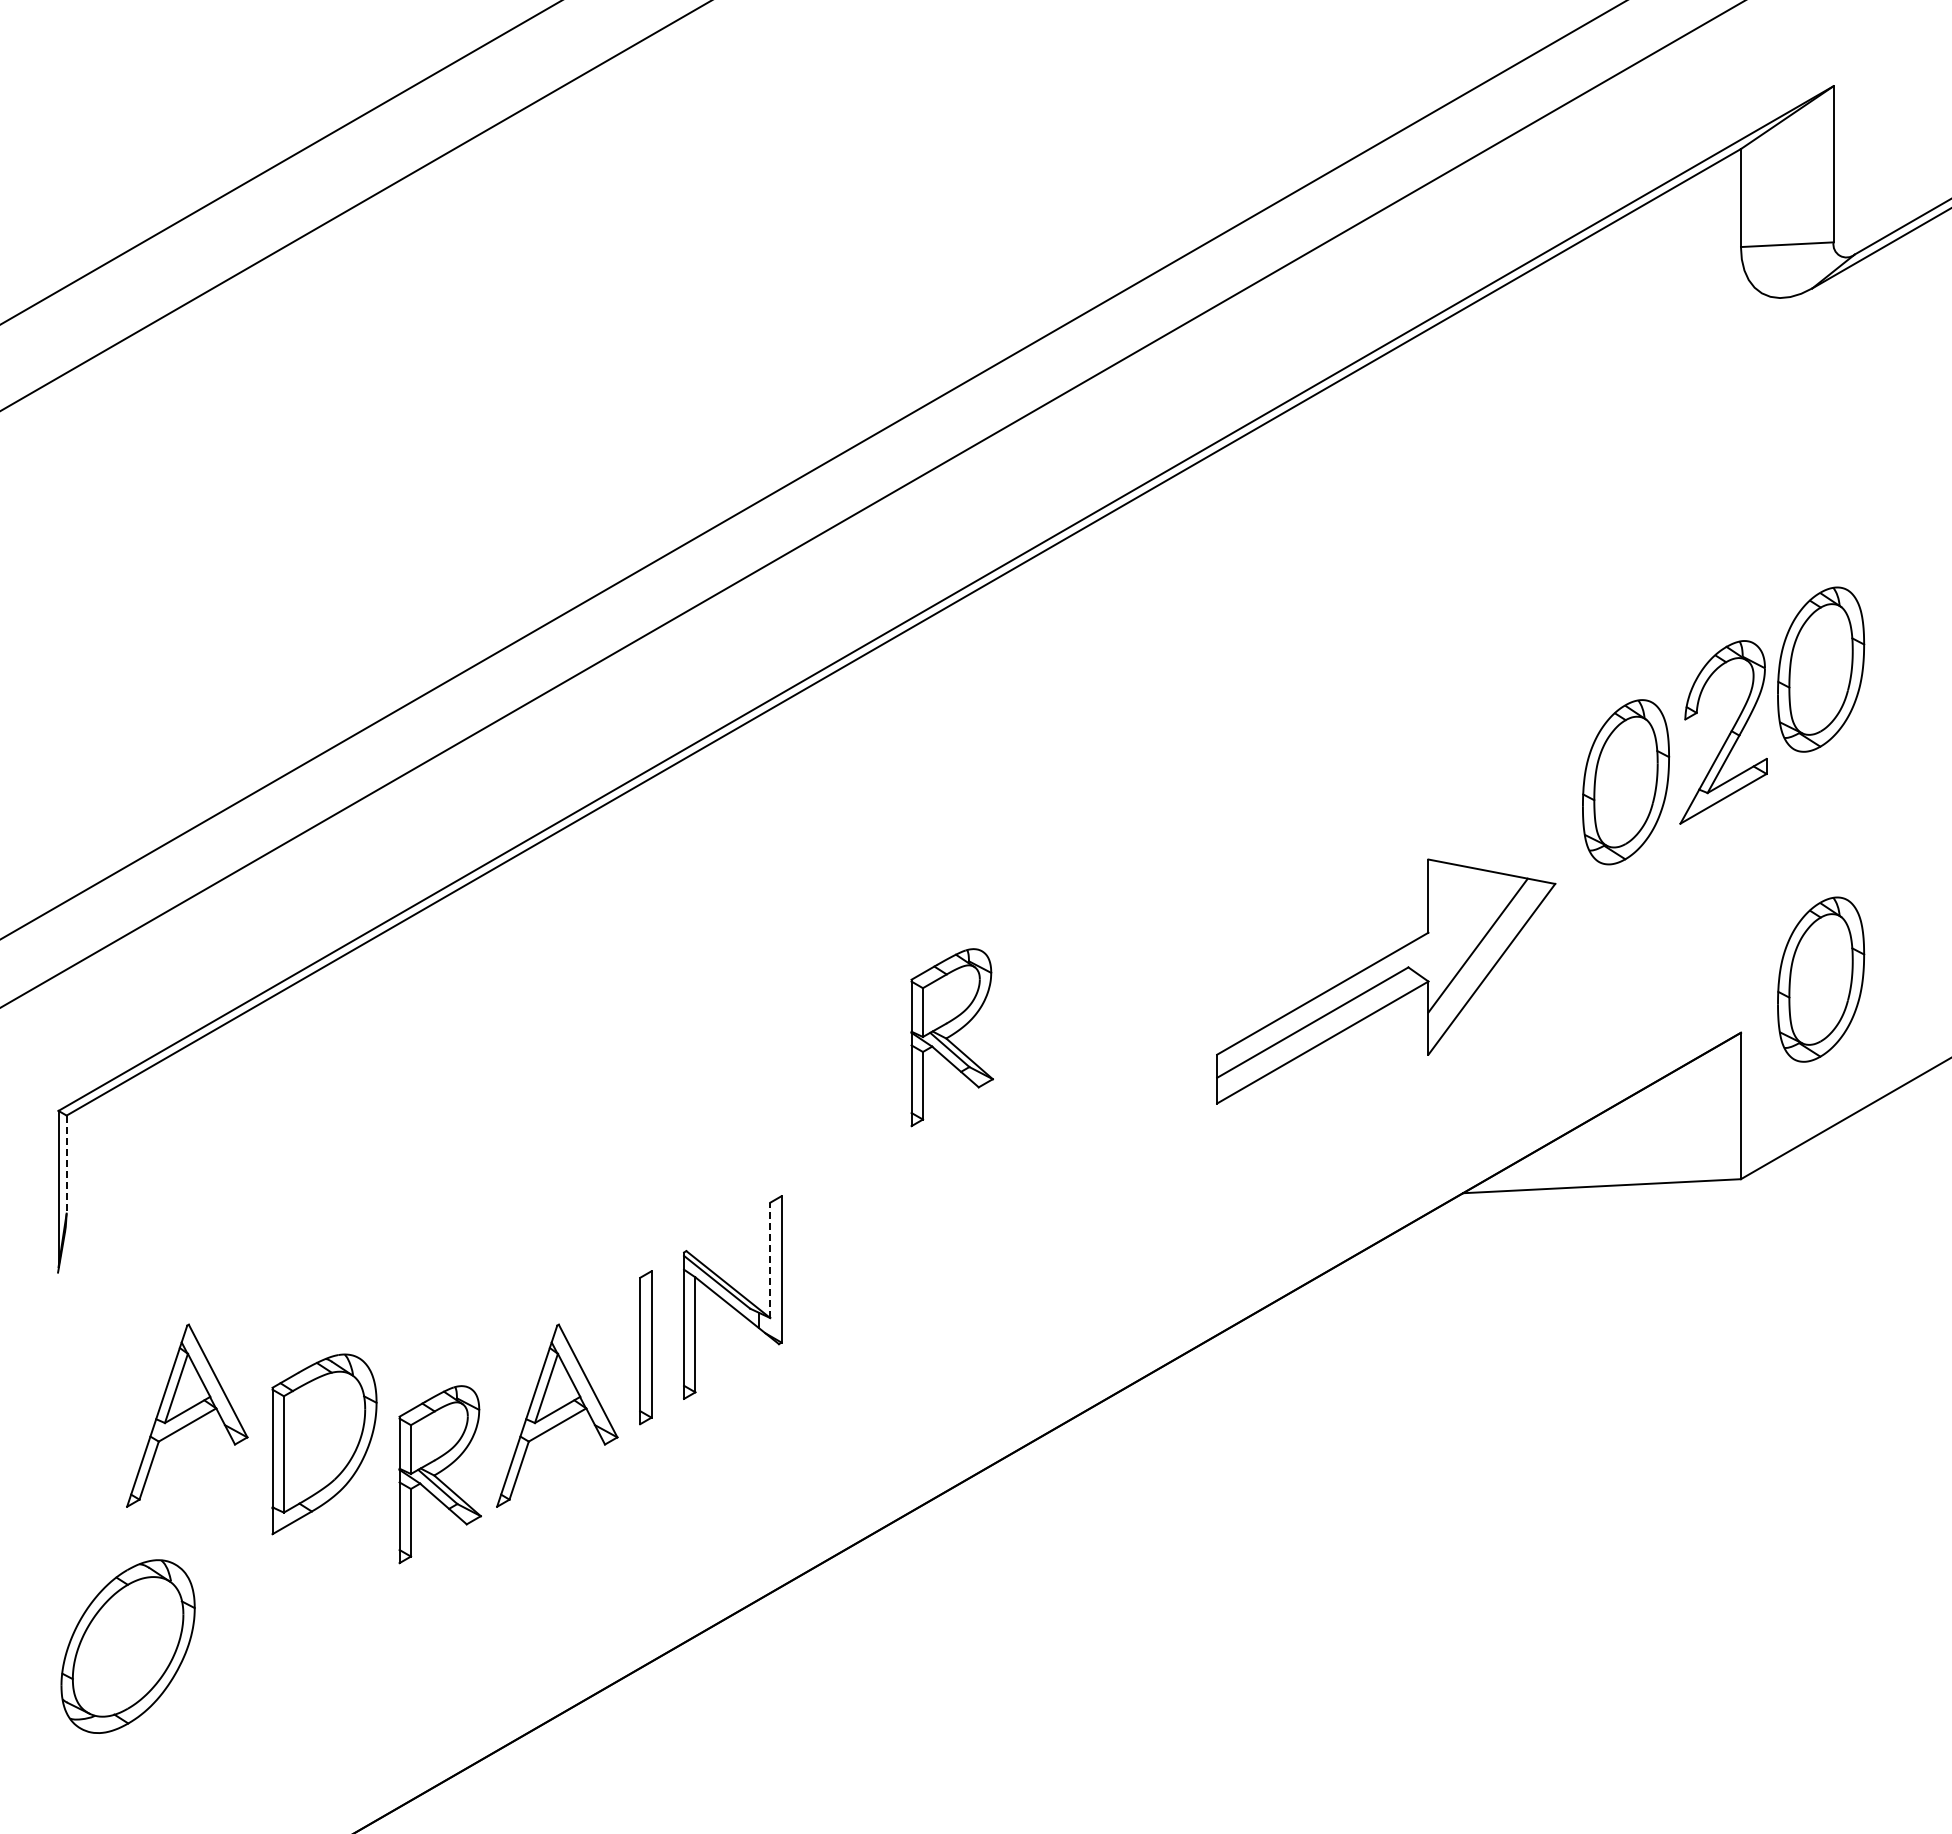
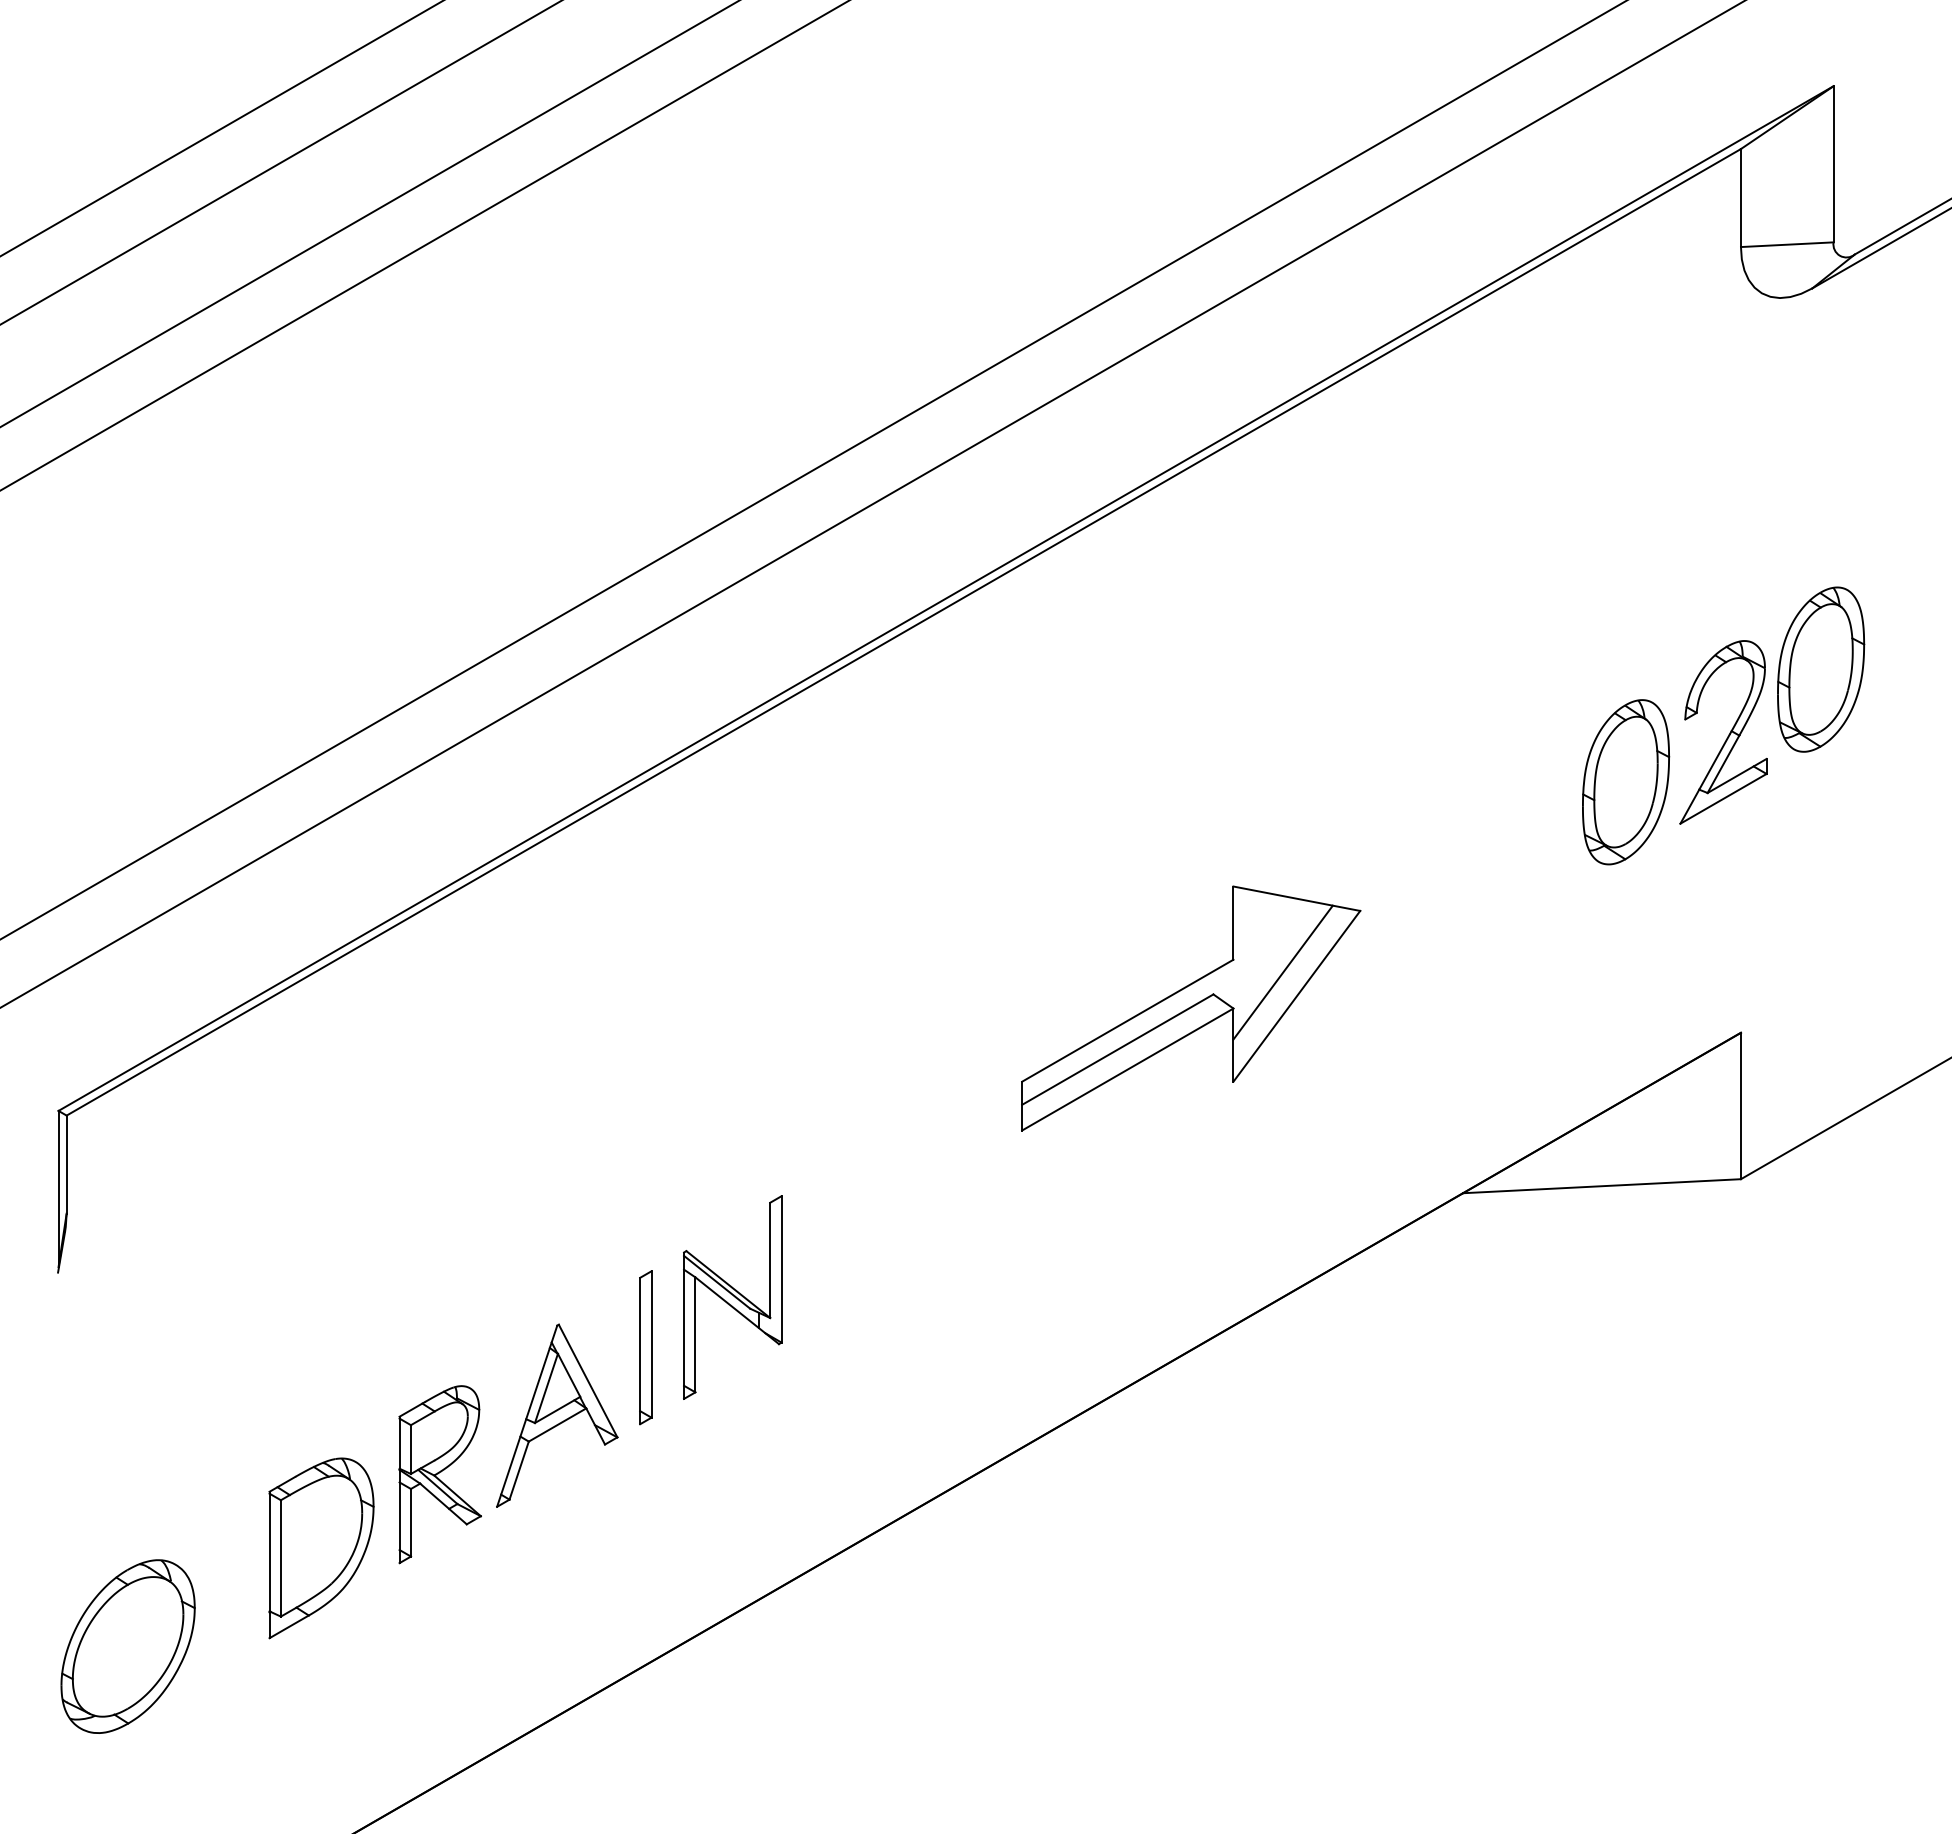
line at (221, 128): none -> present
line at (355, 206) position: (355, 206) -> (369, 214)
line at (424, 245): none -> present
part at (1821, 979): present -> none
part at (1386, 981) position: (1386, 981) -> (1191, 1008)
part at (951, 1037): present -> none
line at (66, 1165): dashed -> solid
line at (770, 1260): dashed -> solid
part at (187, 1415): present -> none
part at (324, 1444) position: (324, 1444) -> (321, 1548)
